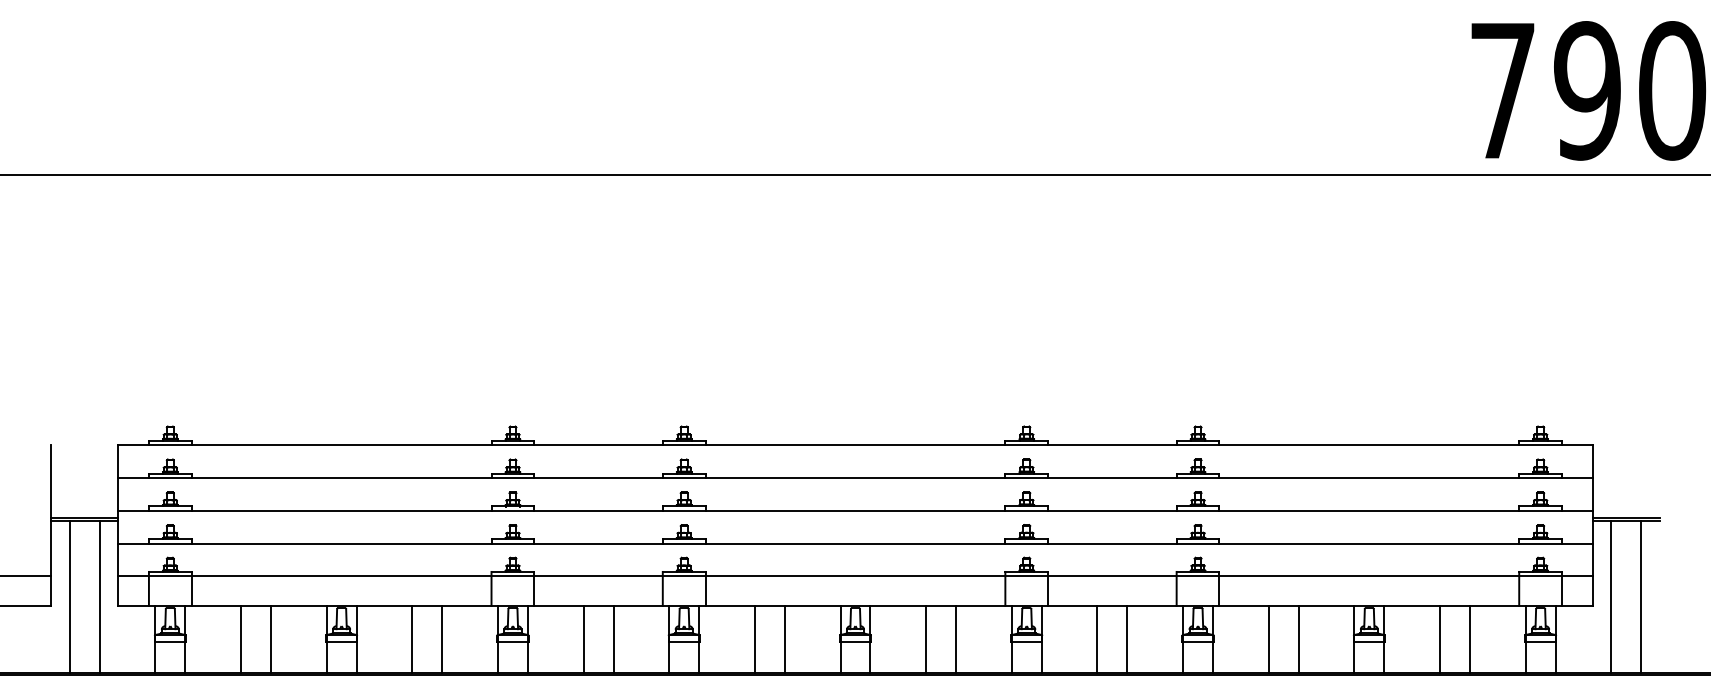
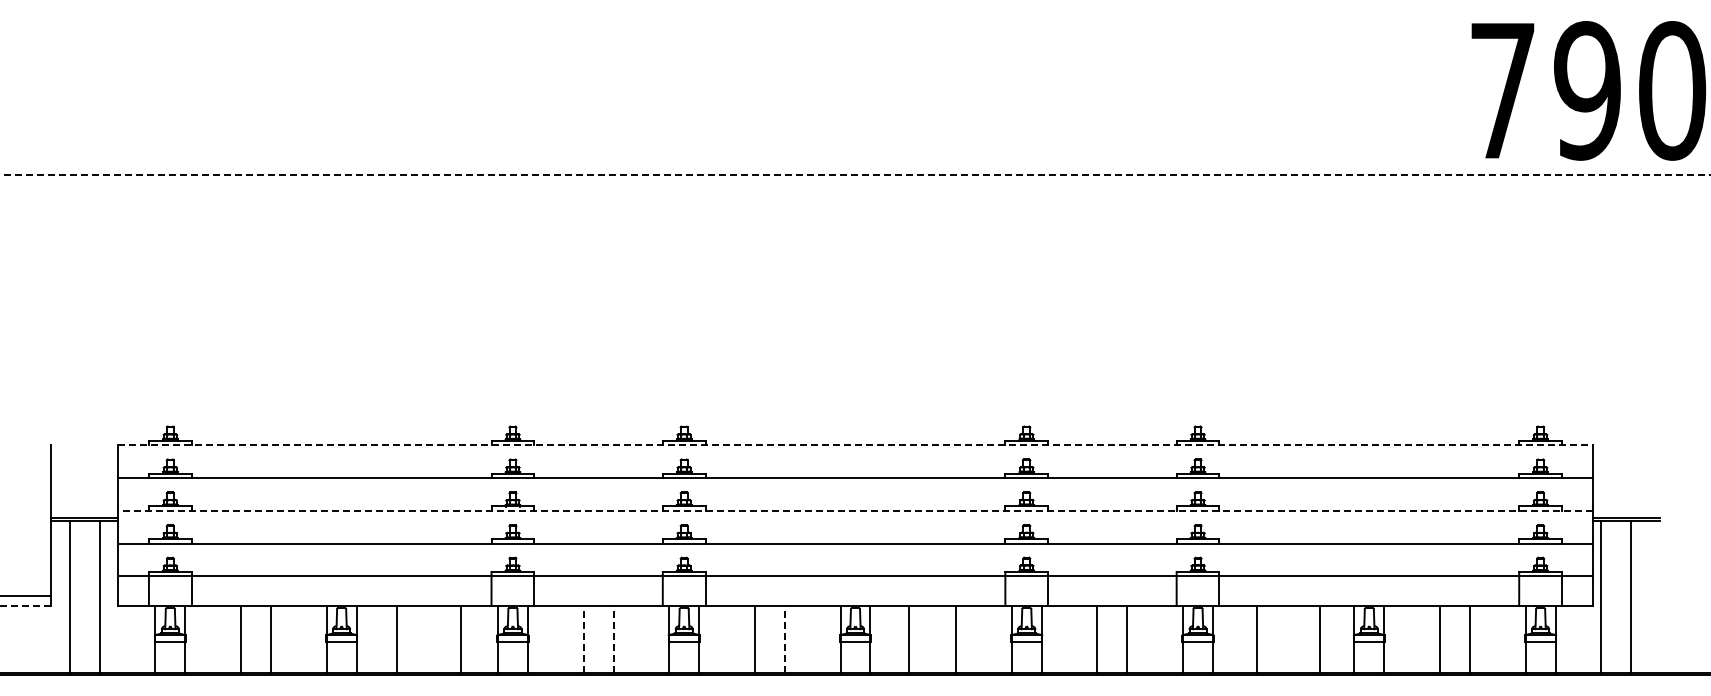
line at (855, 175): solid -> dashed
line at (856, 445): solid -> dashed
line at (855, 510): solid -> dashed
line at (26, 575) position: (26, 575) -> (26, 595)
line at (1611, 597) position: (1611, 597) -> (1601, 597)
line at (1641, 597) position: (1641, 597) -> (1631, 597)
line at (25, 605): solid -> dashed
line at (412, 639) position: (412, 639) -> (397, 639)
line at (442, 639) position: (442, 639) -> (461, 639)
line at (583, 639): solid -> dashed
line at (613, 639): solid -> dashed
line at (784, 639): solid -> dashed
line at (926, 639) position: (926, 639) -> (909, 639)
line at (1268, 639) position: (1268, 639) -> (1256, 639)
line at (1298, 639) position: (1298, 639) -> (1319, 639)
